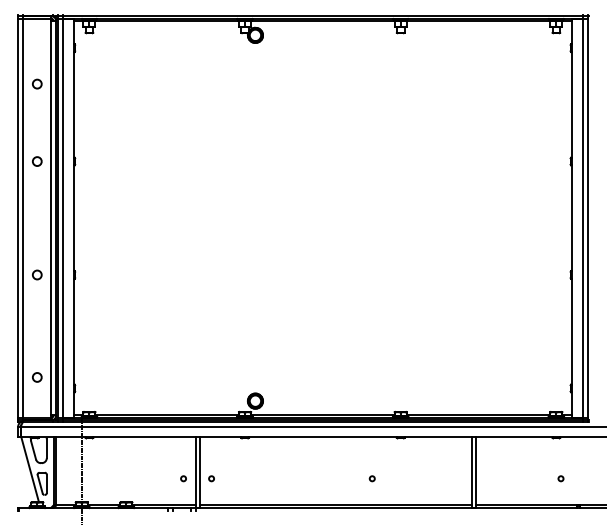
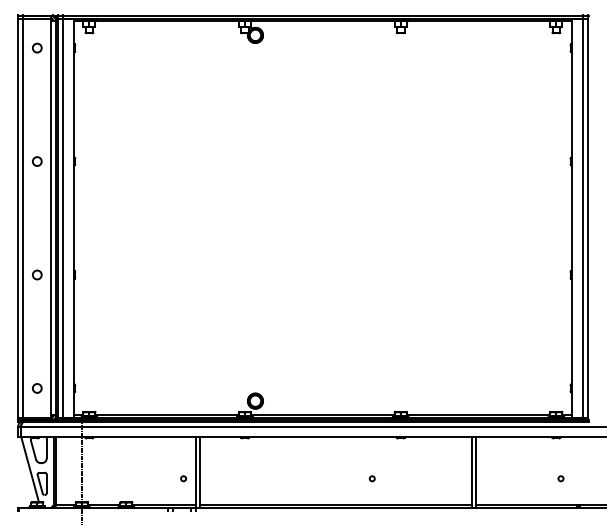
circle at (37, 83) position: (37, 83) -> (37, 47)
circle at (37, 377) position: (37, 377) -> (37, 388)
circle at (211, 478): present -> none
